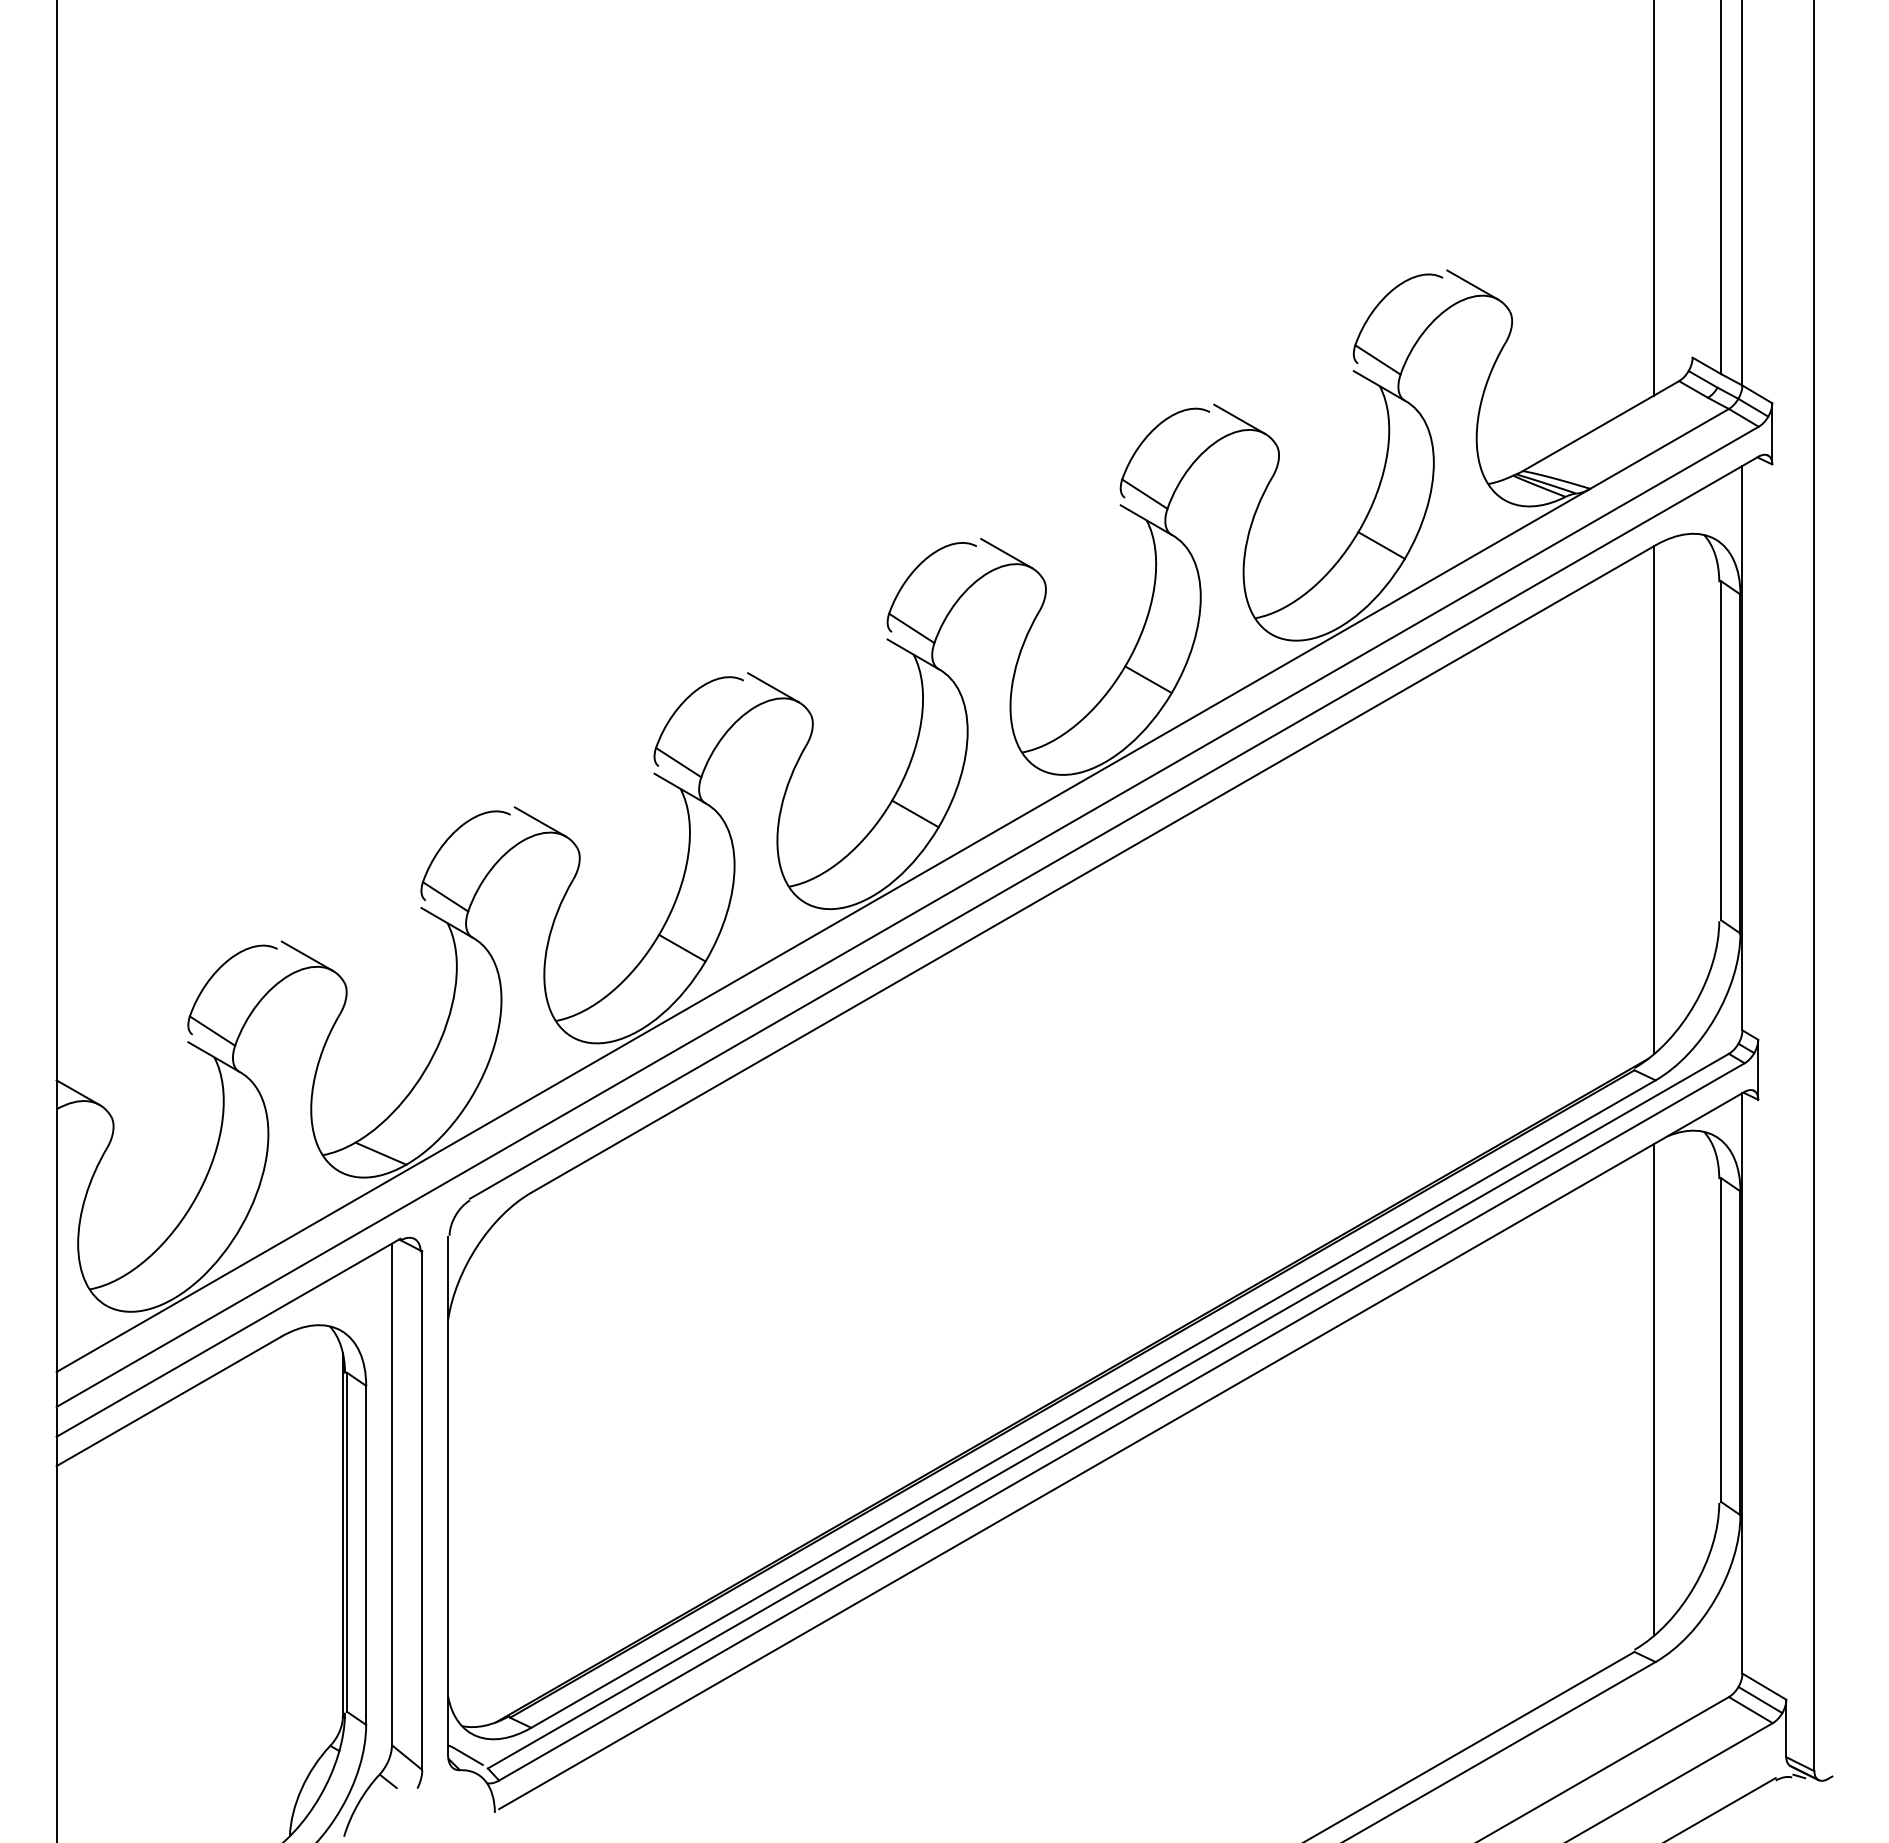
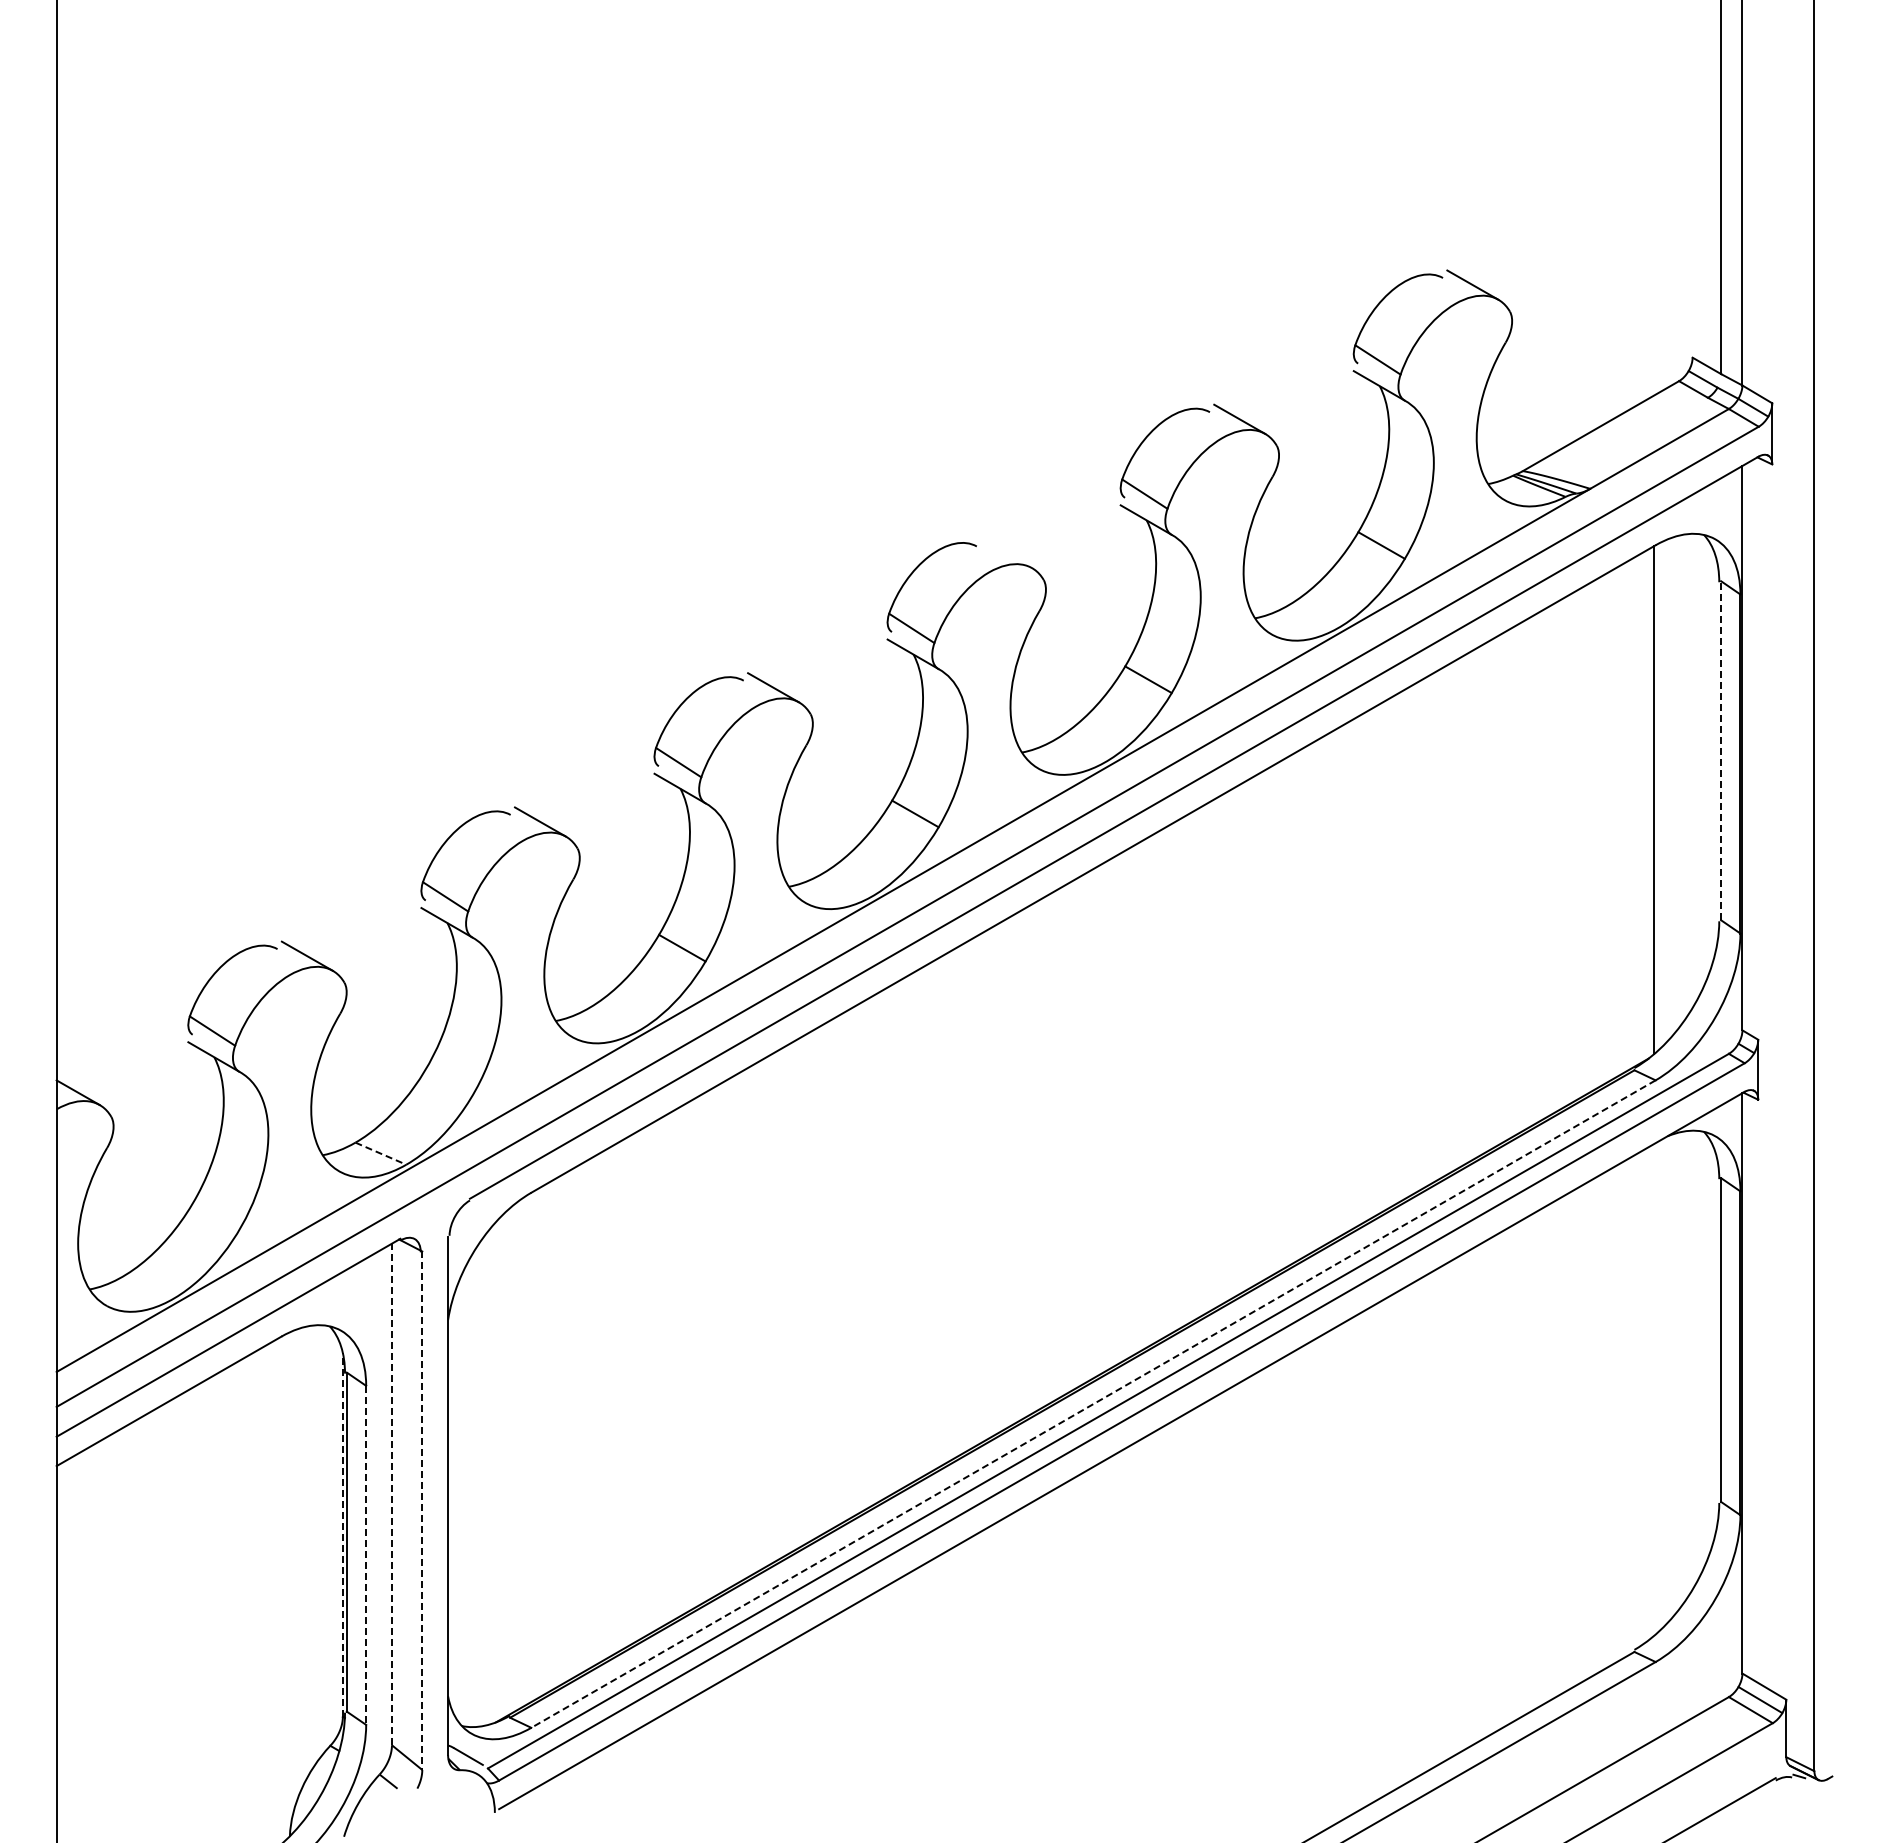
line at (1654, 198): present -> none
line at (1006, 553): present -> none
line at (1721, 750): solid -> dashed
line at (380, 1153): solid -> dashed
line at (1654, 1389): present -> none
line at (1093, 1404): solid -> dashed
line at (391, 1494): solid -> dashed
line at (422, 1511): solid -> dashed
line at (342, 1534): solid -> dashed
line at (366, 1555): solid -> dashed
